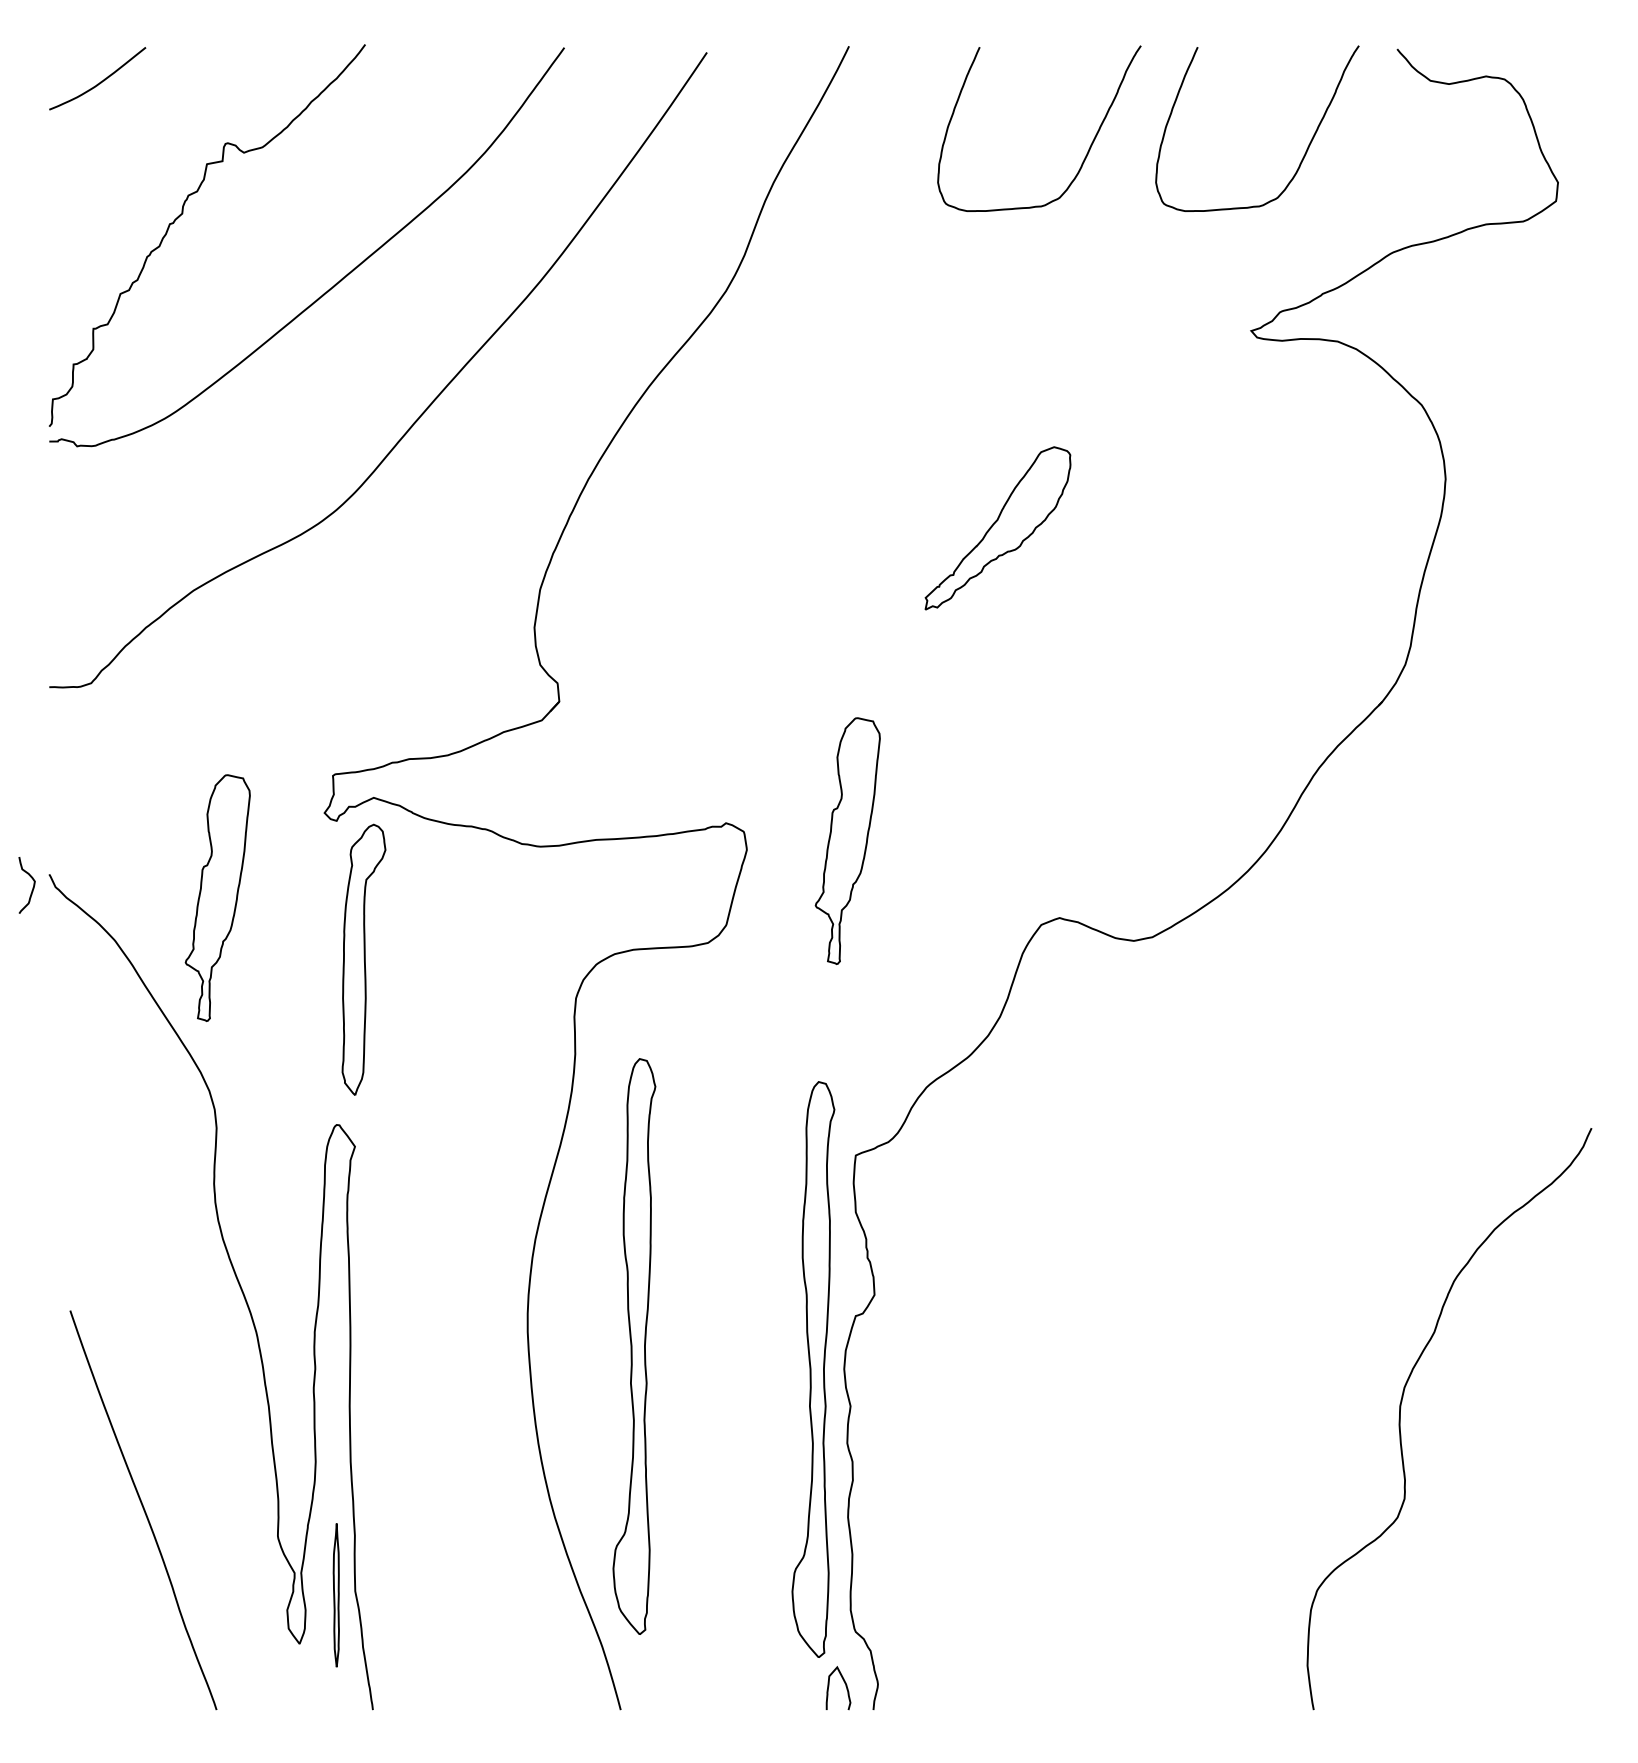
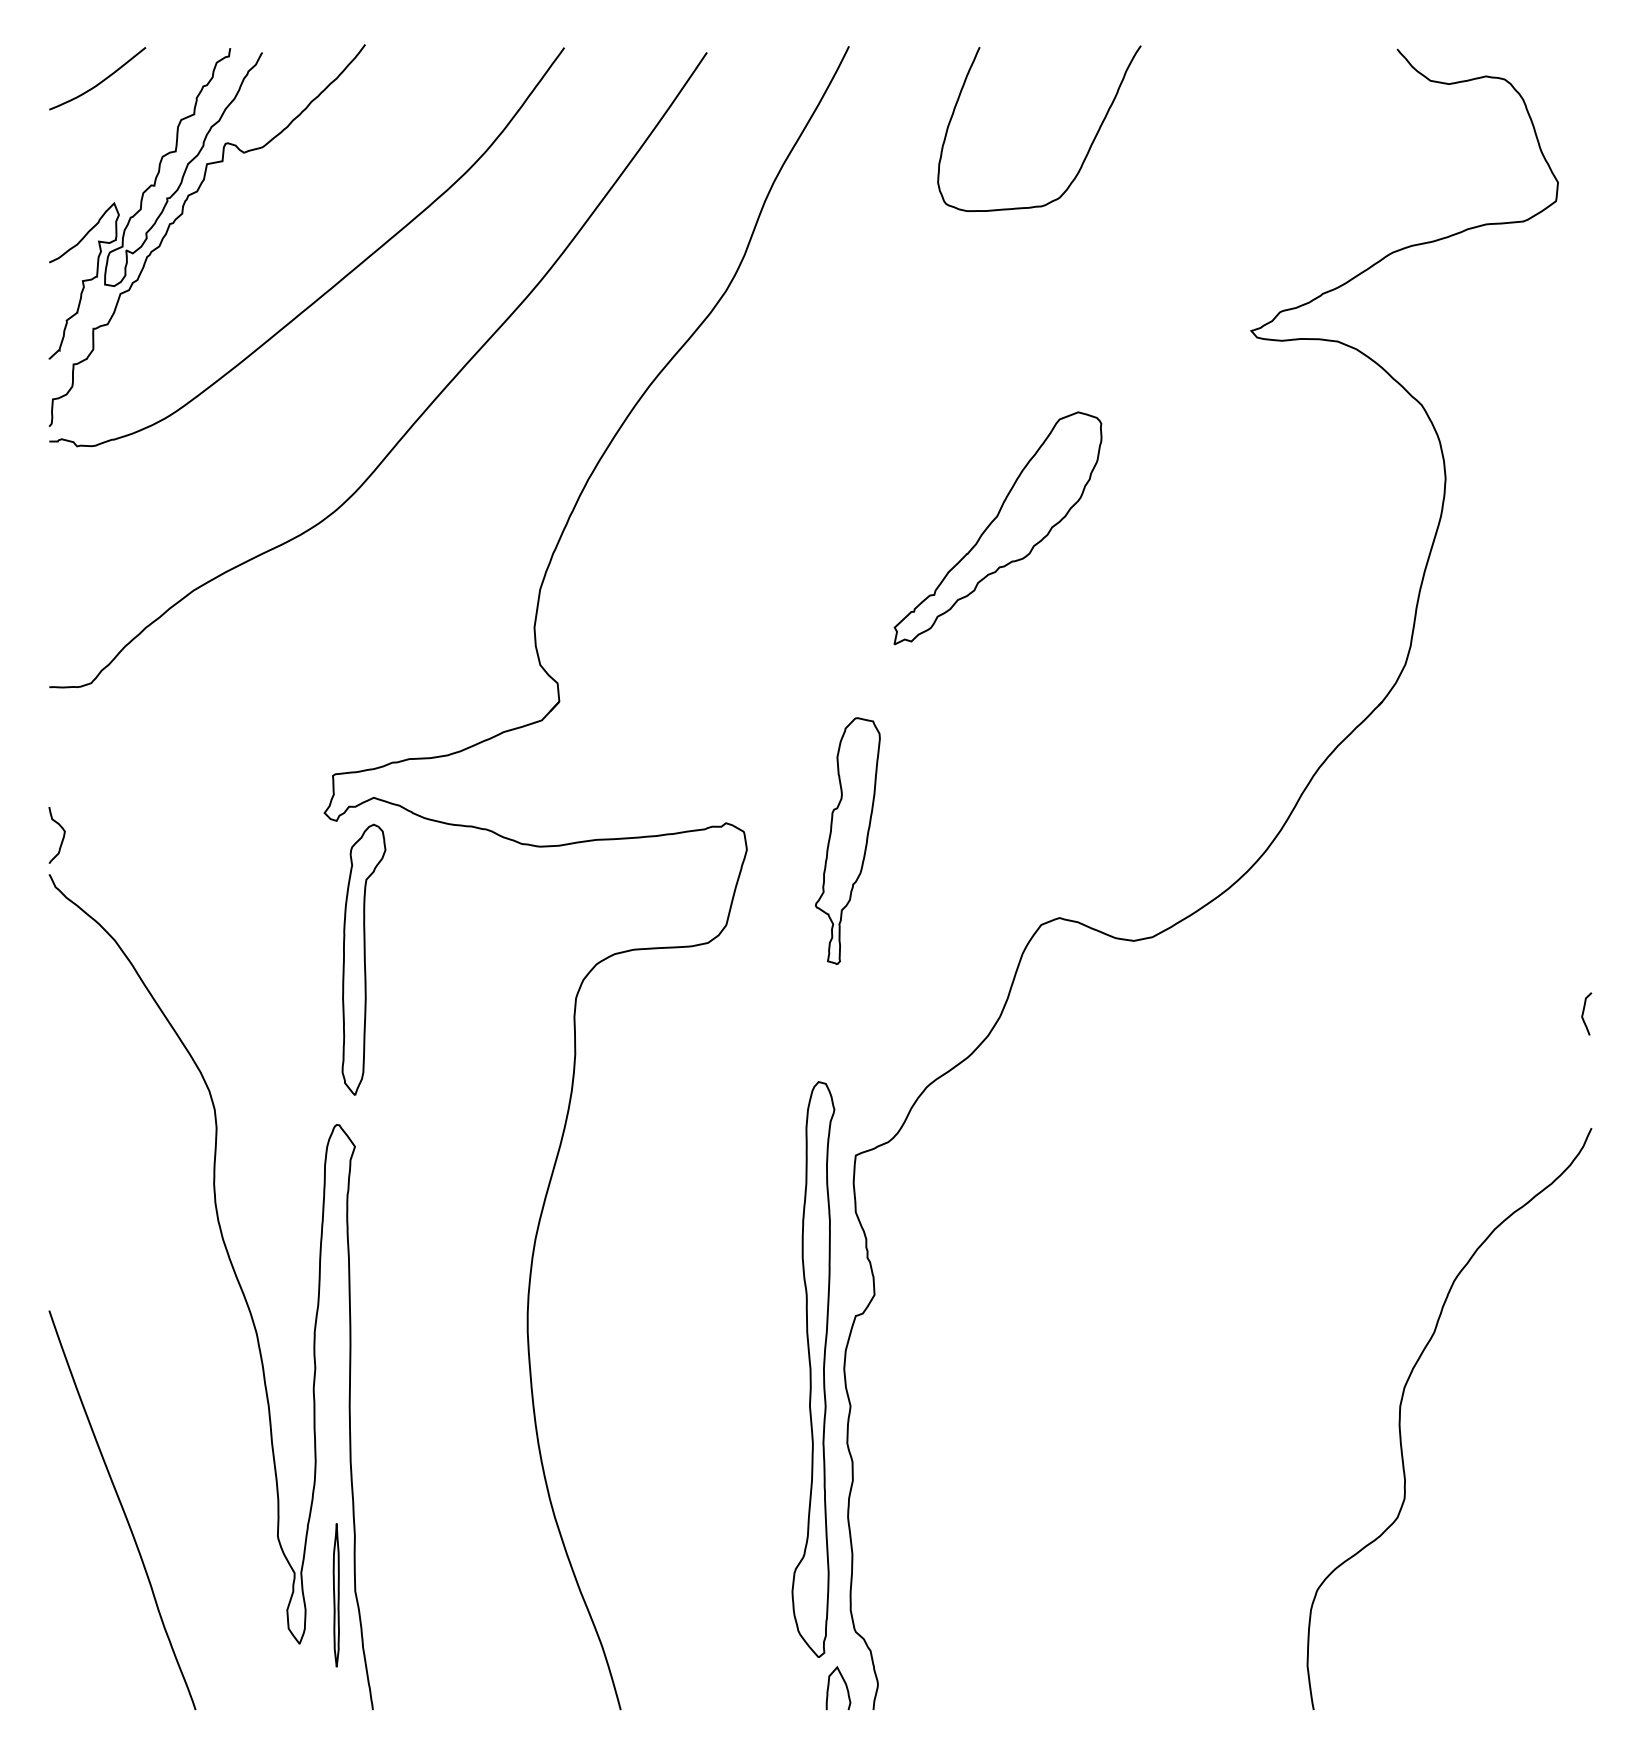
curve at (1307, 146): present -> none
part at (163, 206): none -> present
part at (997, 528) size: 148x165 px -> 210x235 px
curve at (32, 887) position: (32, 887) -> (62, 837)
part at (217, 897): present -> none
curve at (1584, 1011): none -> present
part at (634, 1346): present -> none
curve at (143, 1510) position: (143, 1510) -> (122, 1510)
